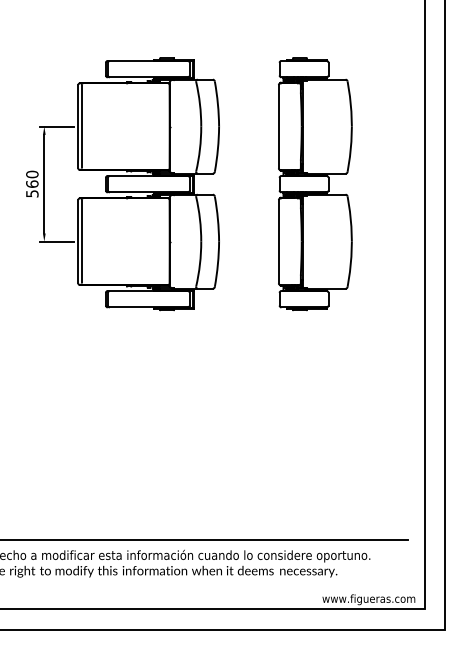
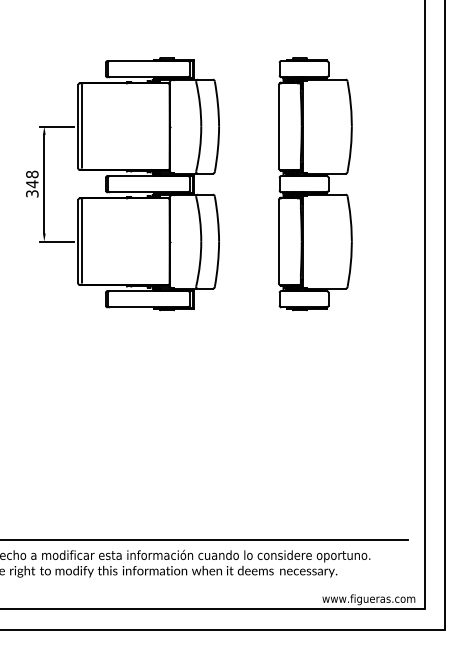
text at (32, 183): 560 -> 348
